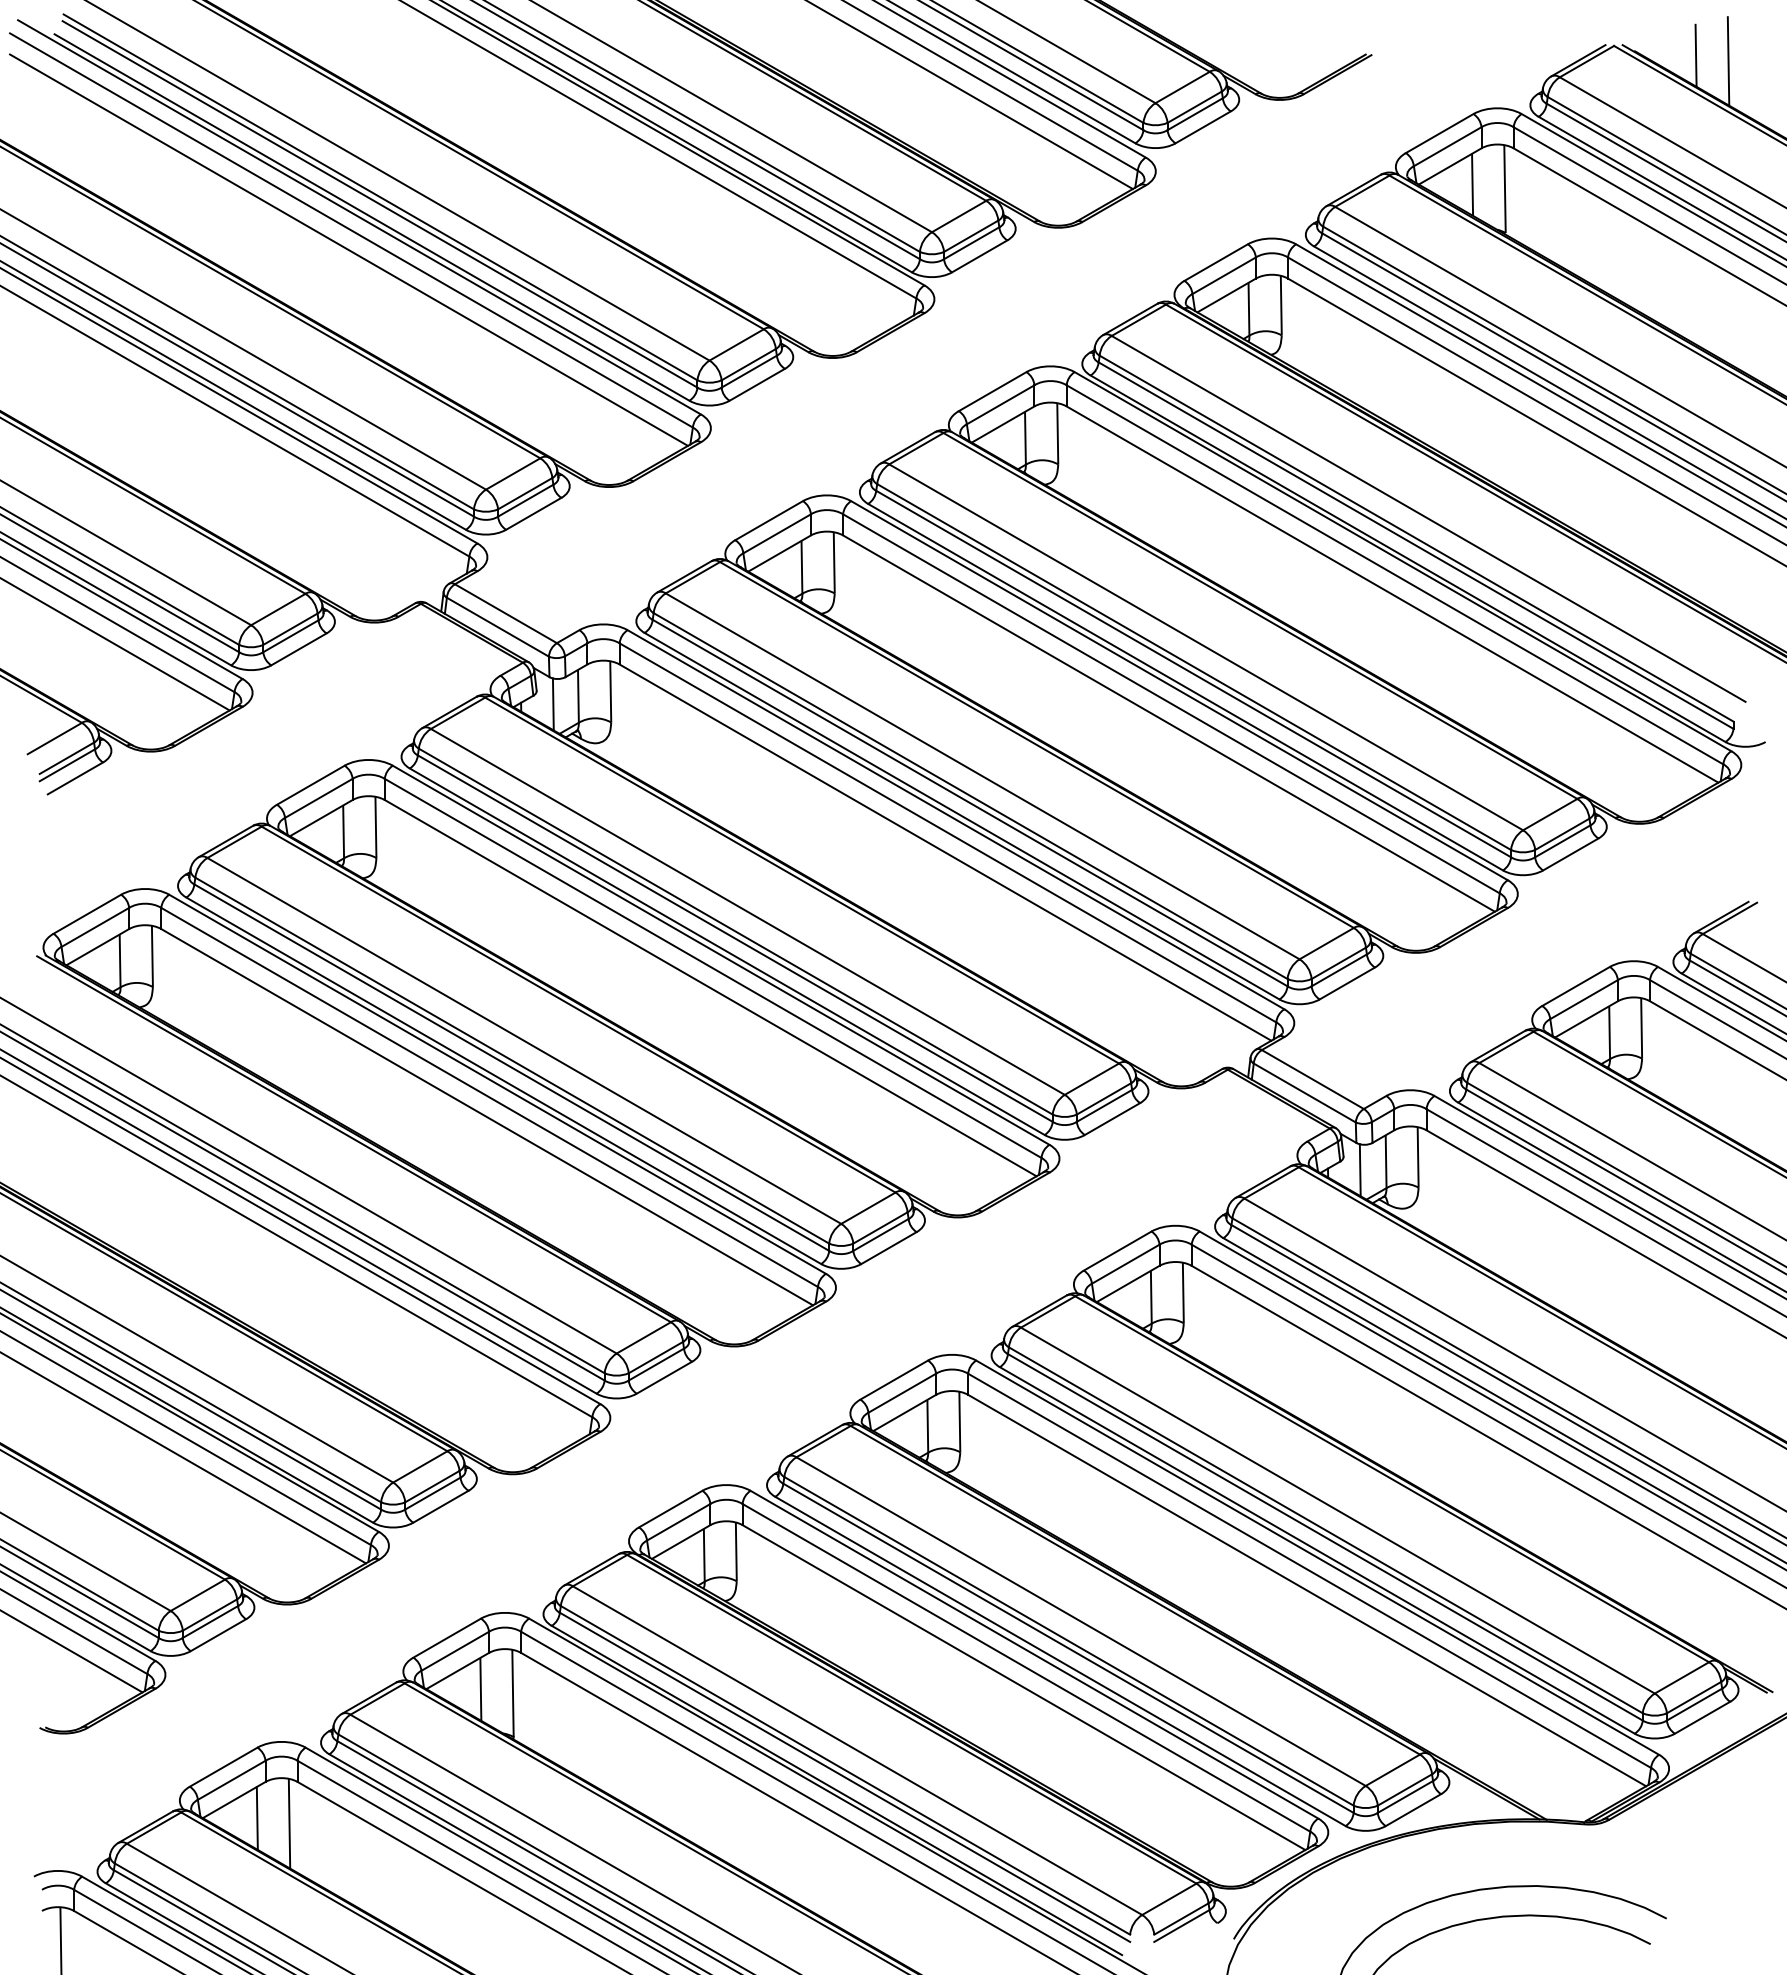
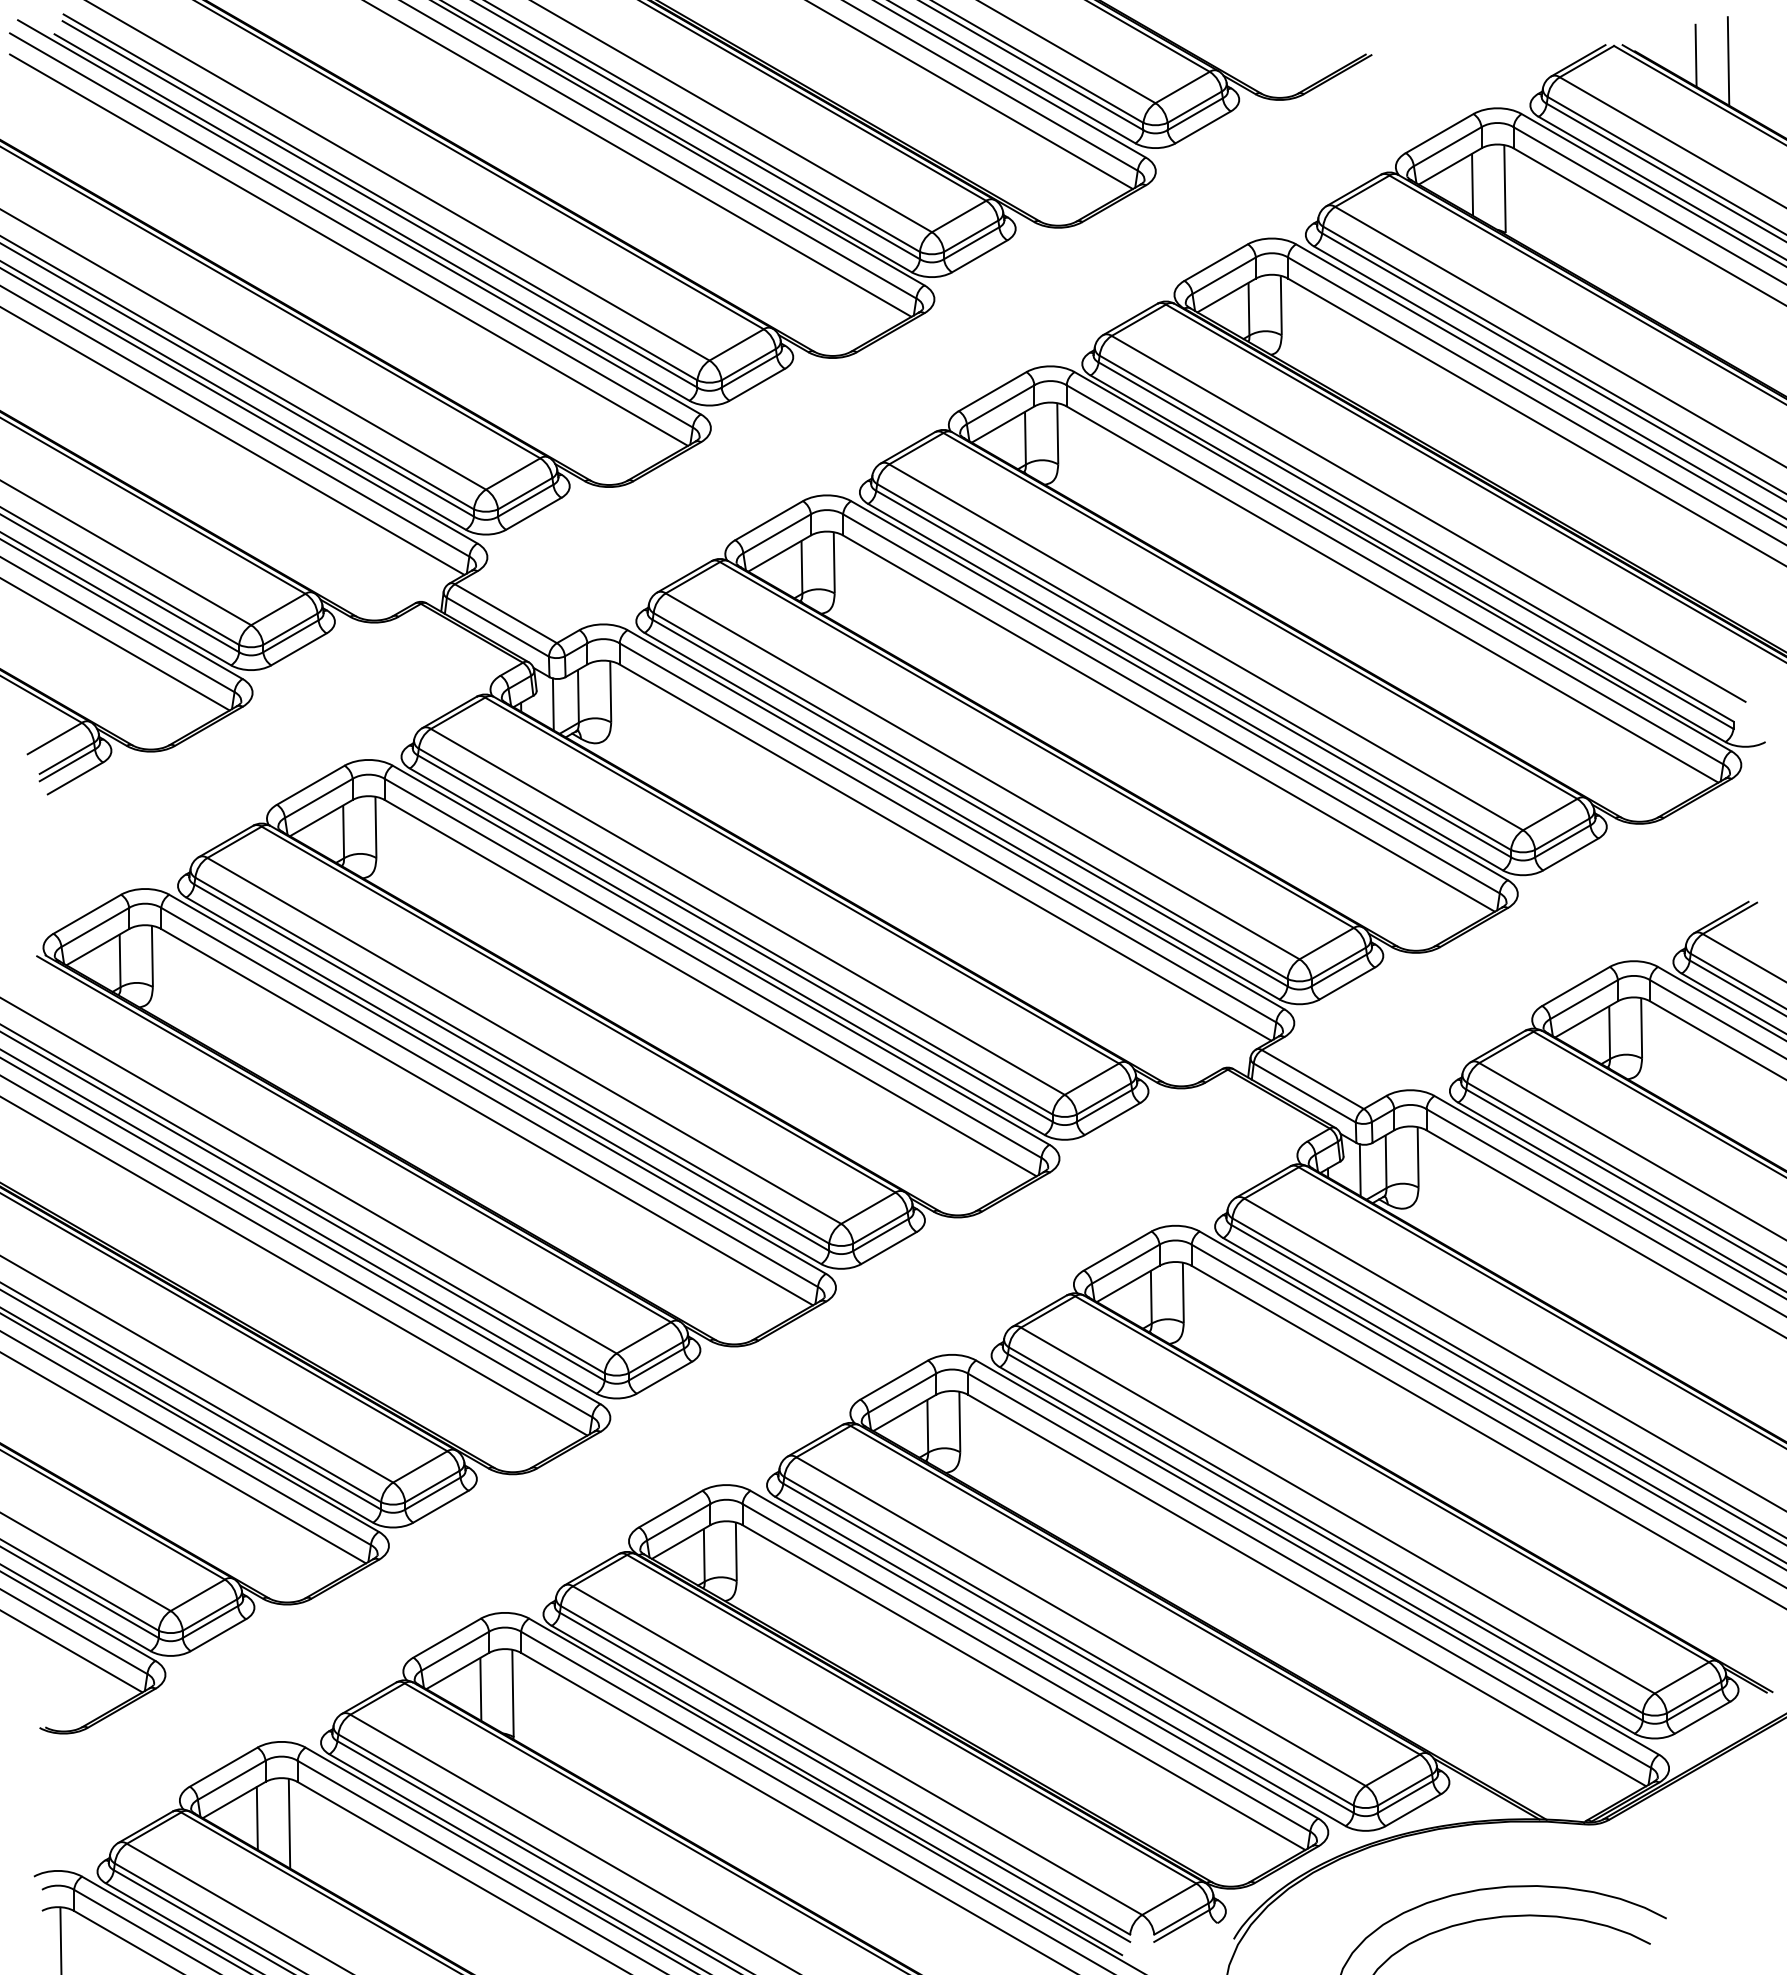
line at (638, 159): none -> present
line at (233, 441): none -> present
line at (294, 1266): none -> present
